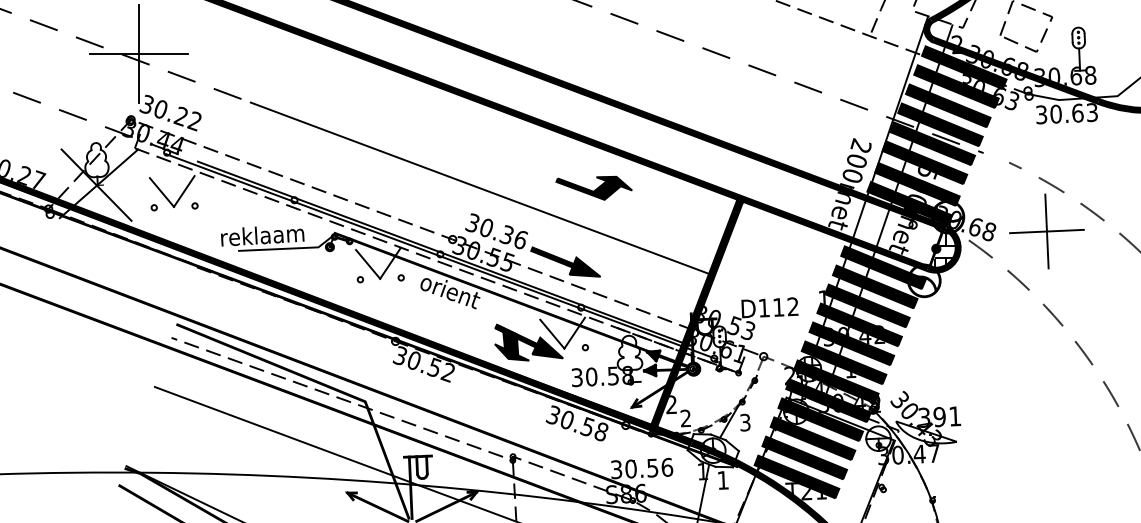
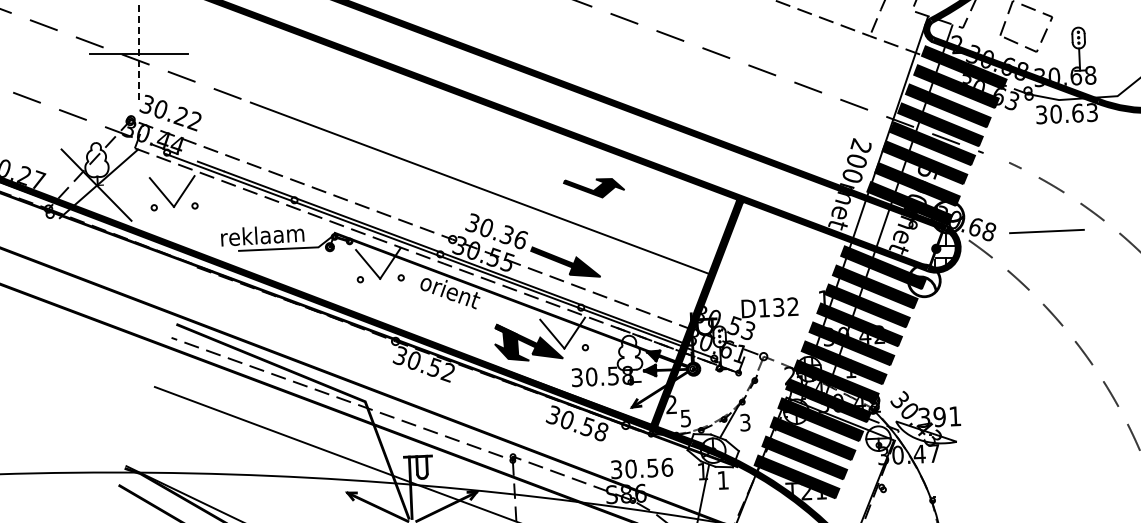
line at (139, 54): solid -> dashed
part at (593, 187) size: 78x26 px -> 62x21 px
line at (1046, 231): present -> none
text at (778, 307): D112 -> D132
text at (685, 418): 2 -> 5
